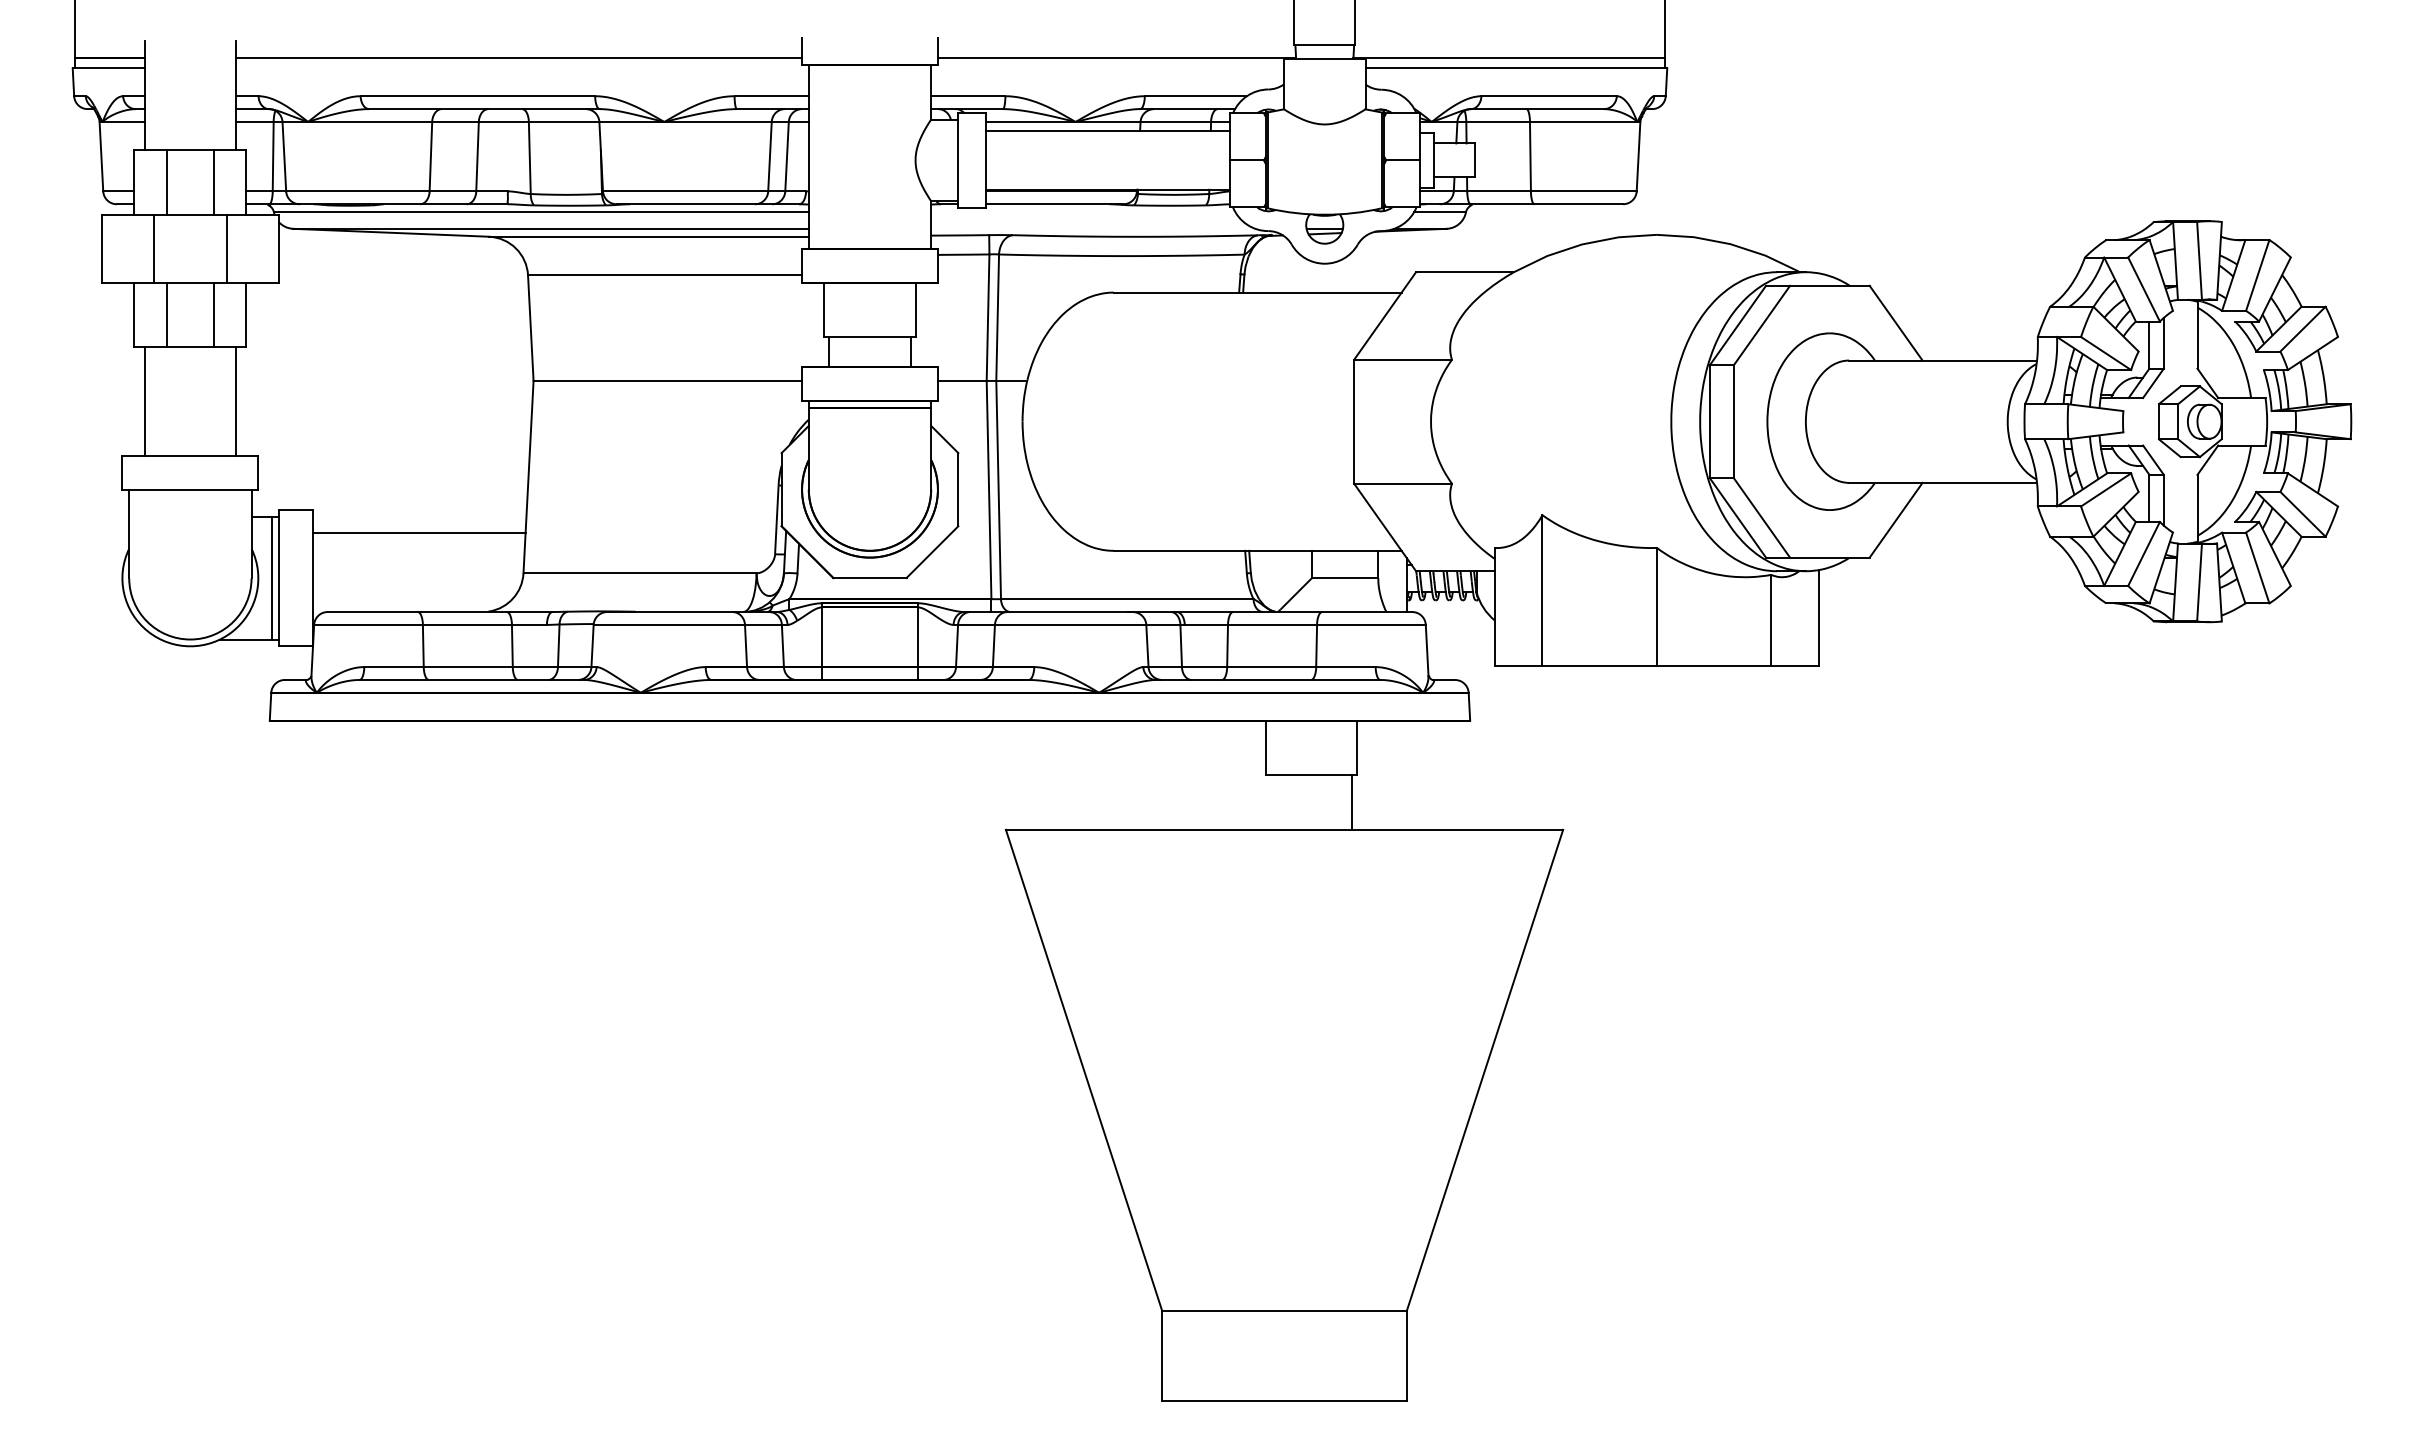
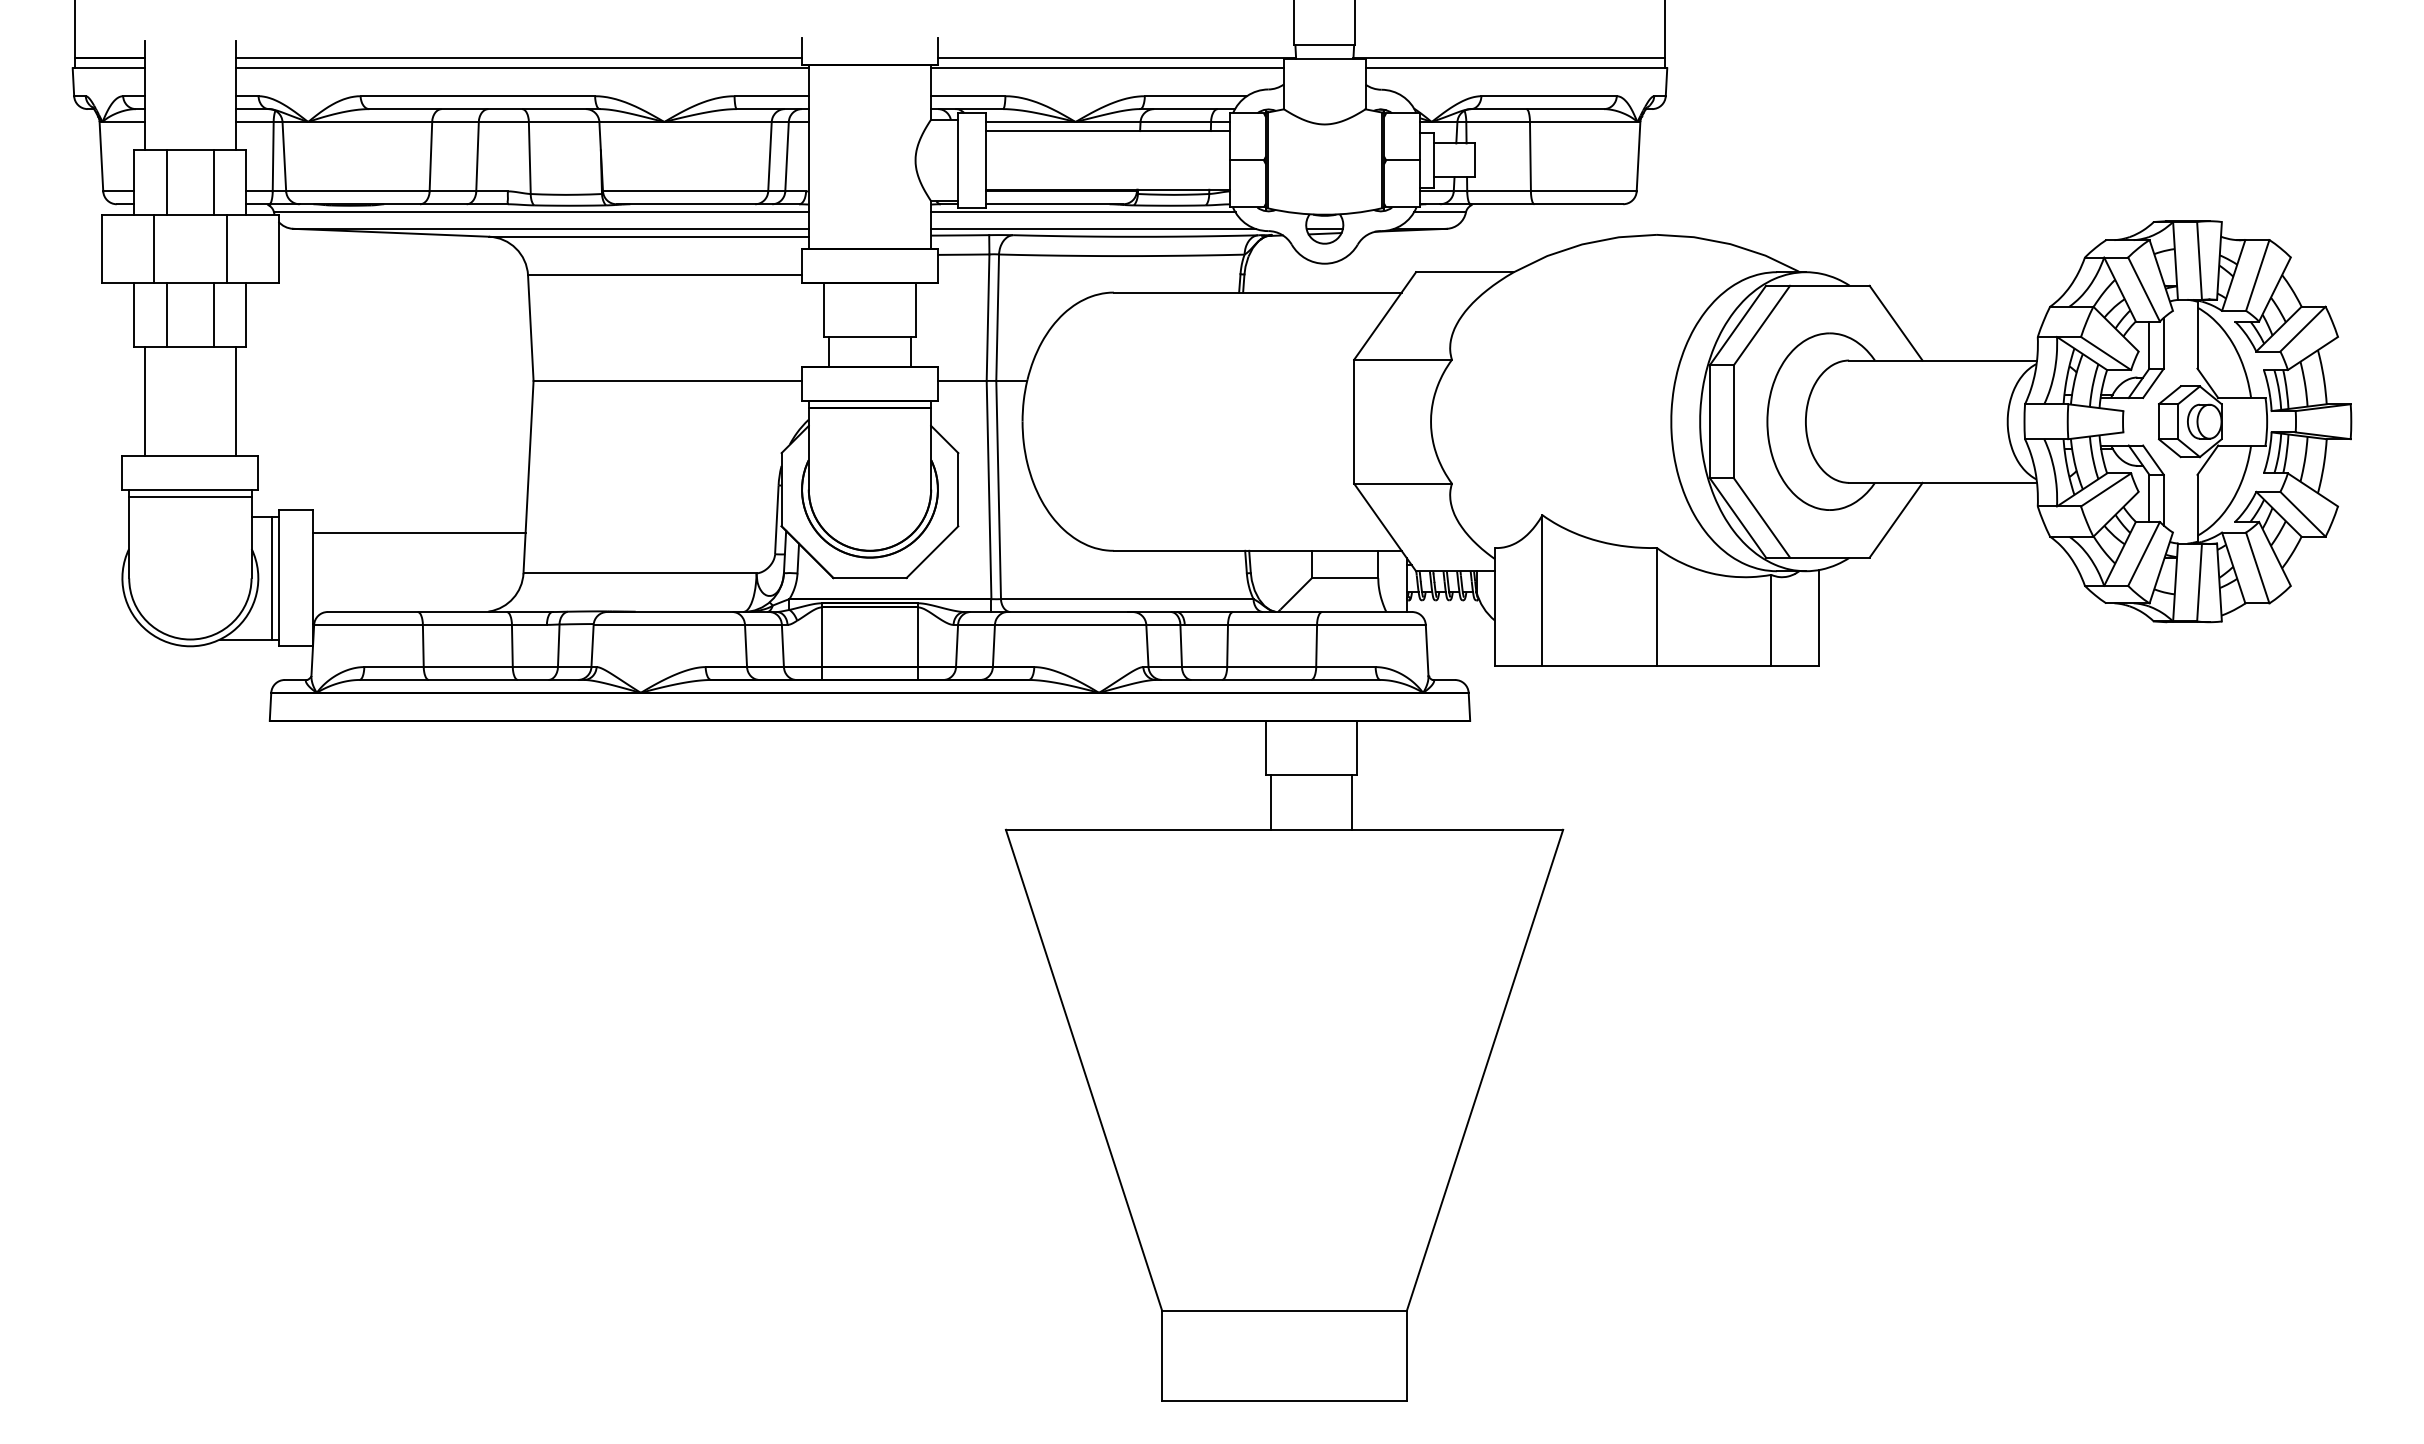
line at (522, 68): none -> present
line at (1107, 68): none -> present
line at (1083, 212): none -> present
line at (1093, 228): none -> present
line at (190, 496): none -> present
line at (1270, 802): none -> present
